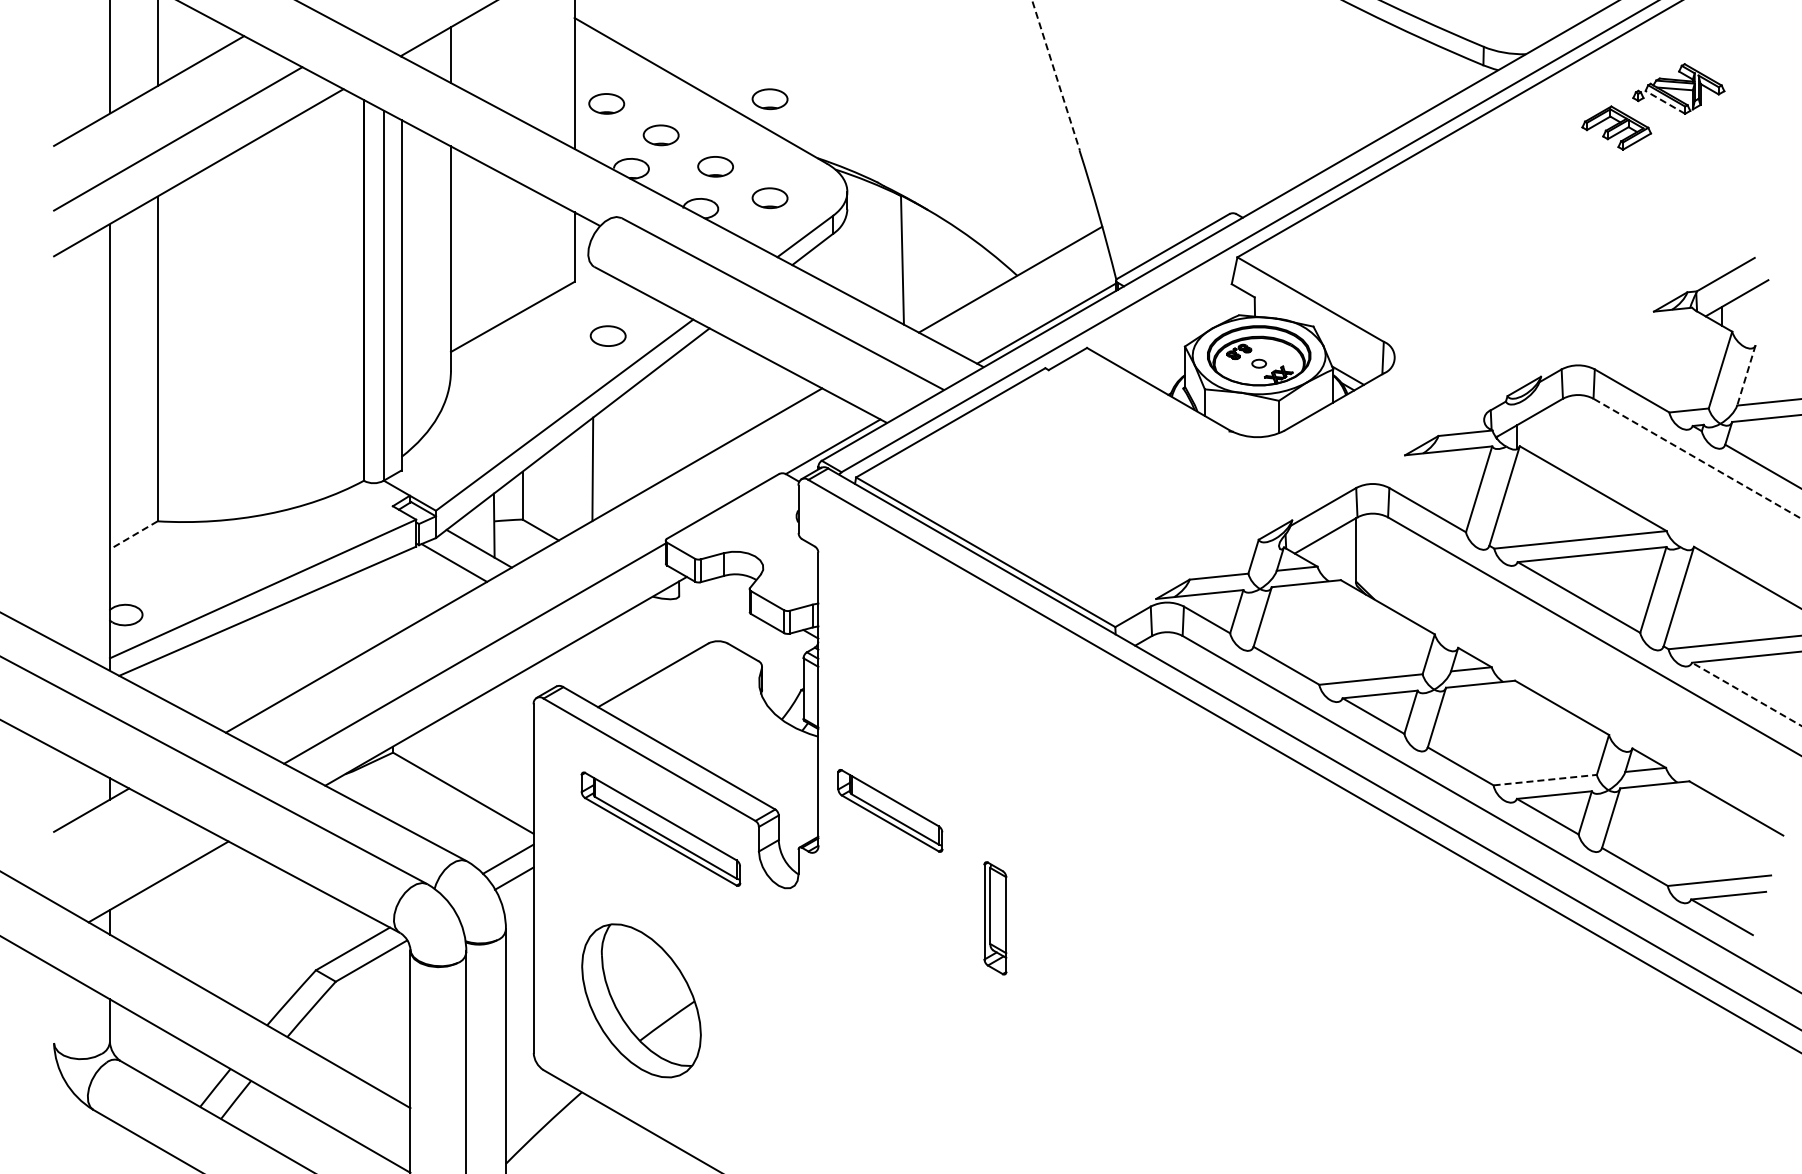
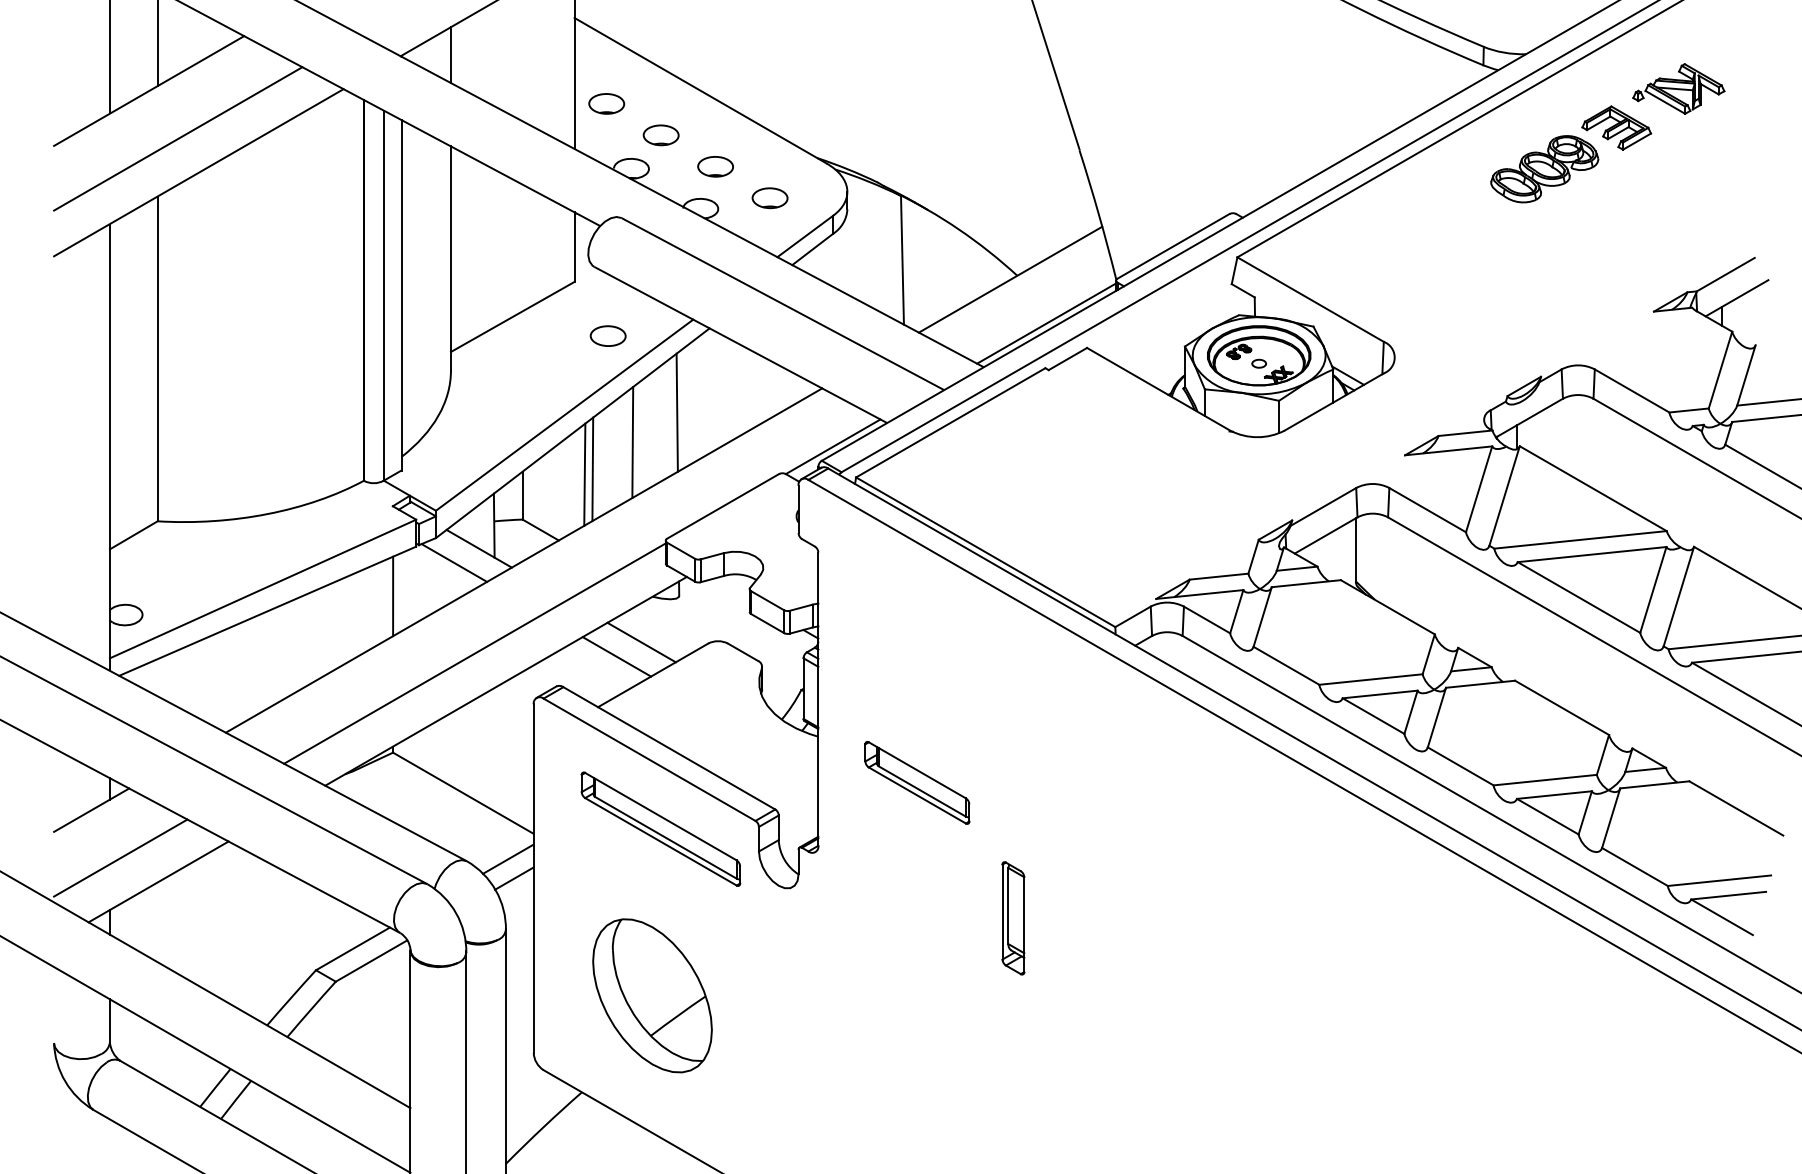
line at (1055, 75): dashed -> solid
part at (769, 99): present -> none
line at (1665, 102): dashed -> solid
part at (1544, 169): none -> present
line at (1746, 375): dashed -> solid
line at (676, 412): none -> present
line at (632, 442): none -> present
line at (1697, 458): dashed -> solid
line at (584, 474): none -> present
line at (133, 535): dashed -> solid
line at (393, 596): none -> present
line at (641, 642): none -> present
line at (616, 656): none -> present
line at (1746, 694): dashed -> solid
line at (1545, 780): dashed -> solid
part at (890, 810) position: (890, 810) -> (917, 782)
line at (120, 857): none -> present
part at (995, 918) position: (995, 918) -> (1013, 918)
part at (641, 1000) position: (641, 1000) -> (652, 995)
